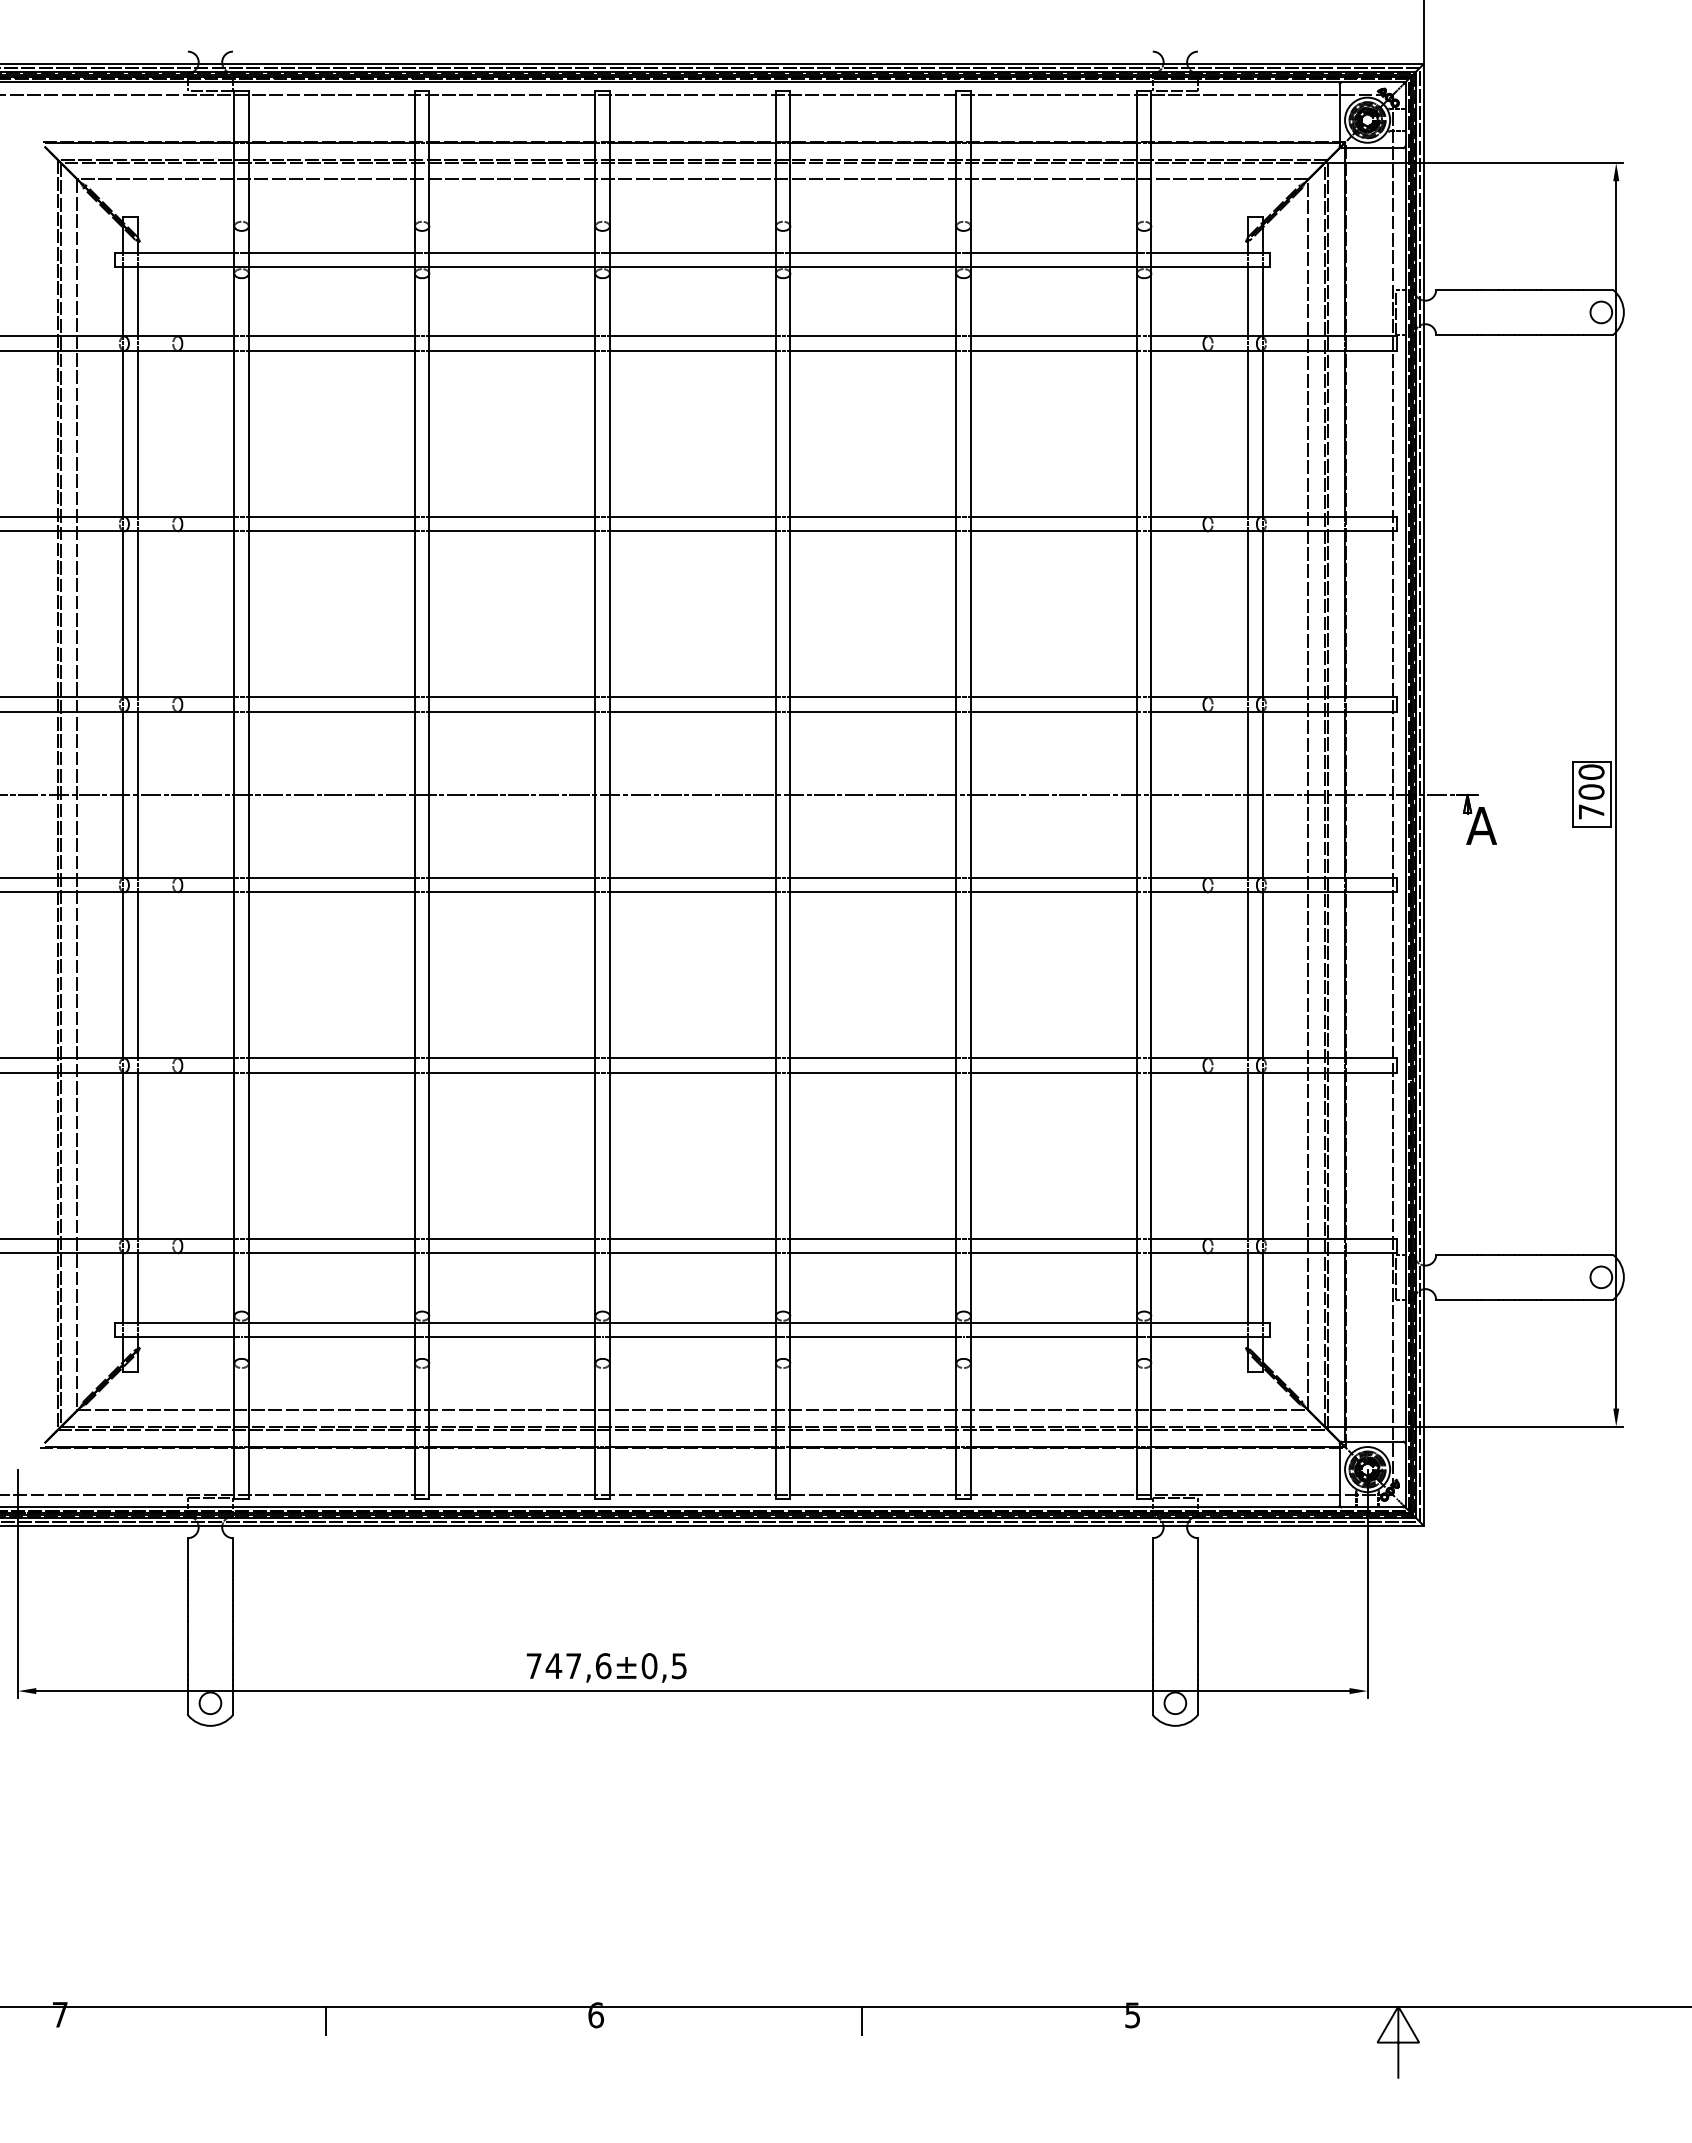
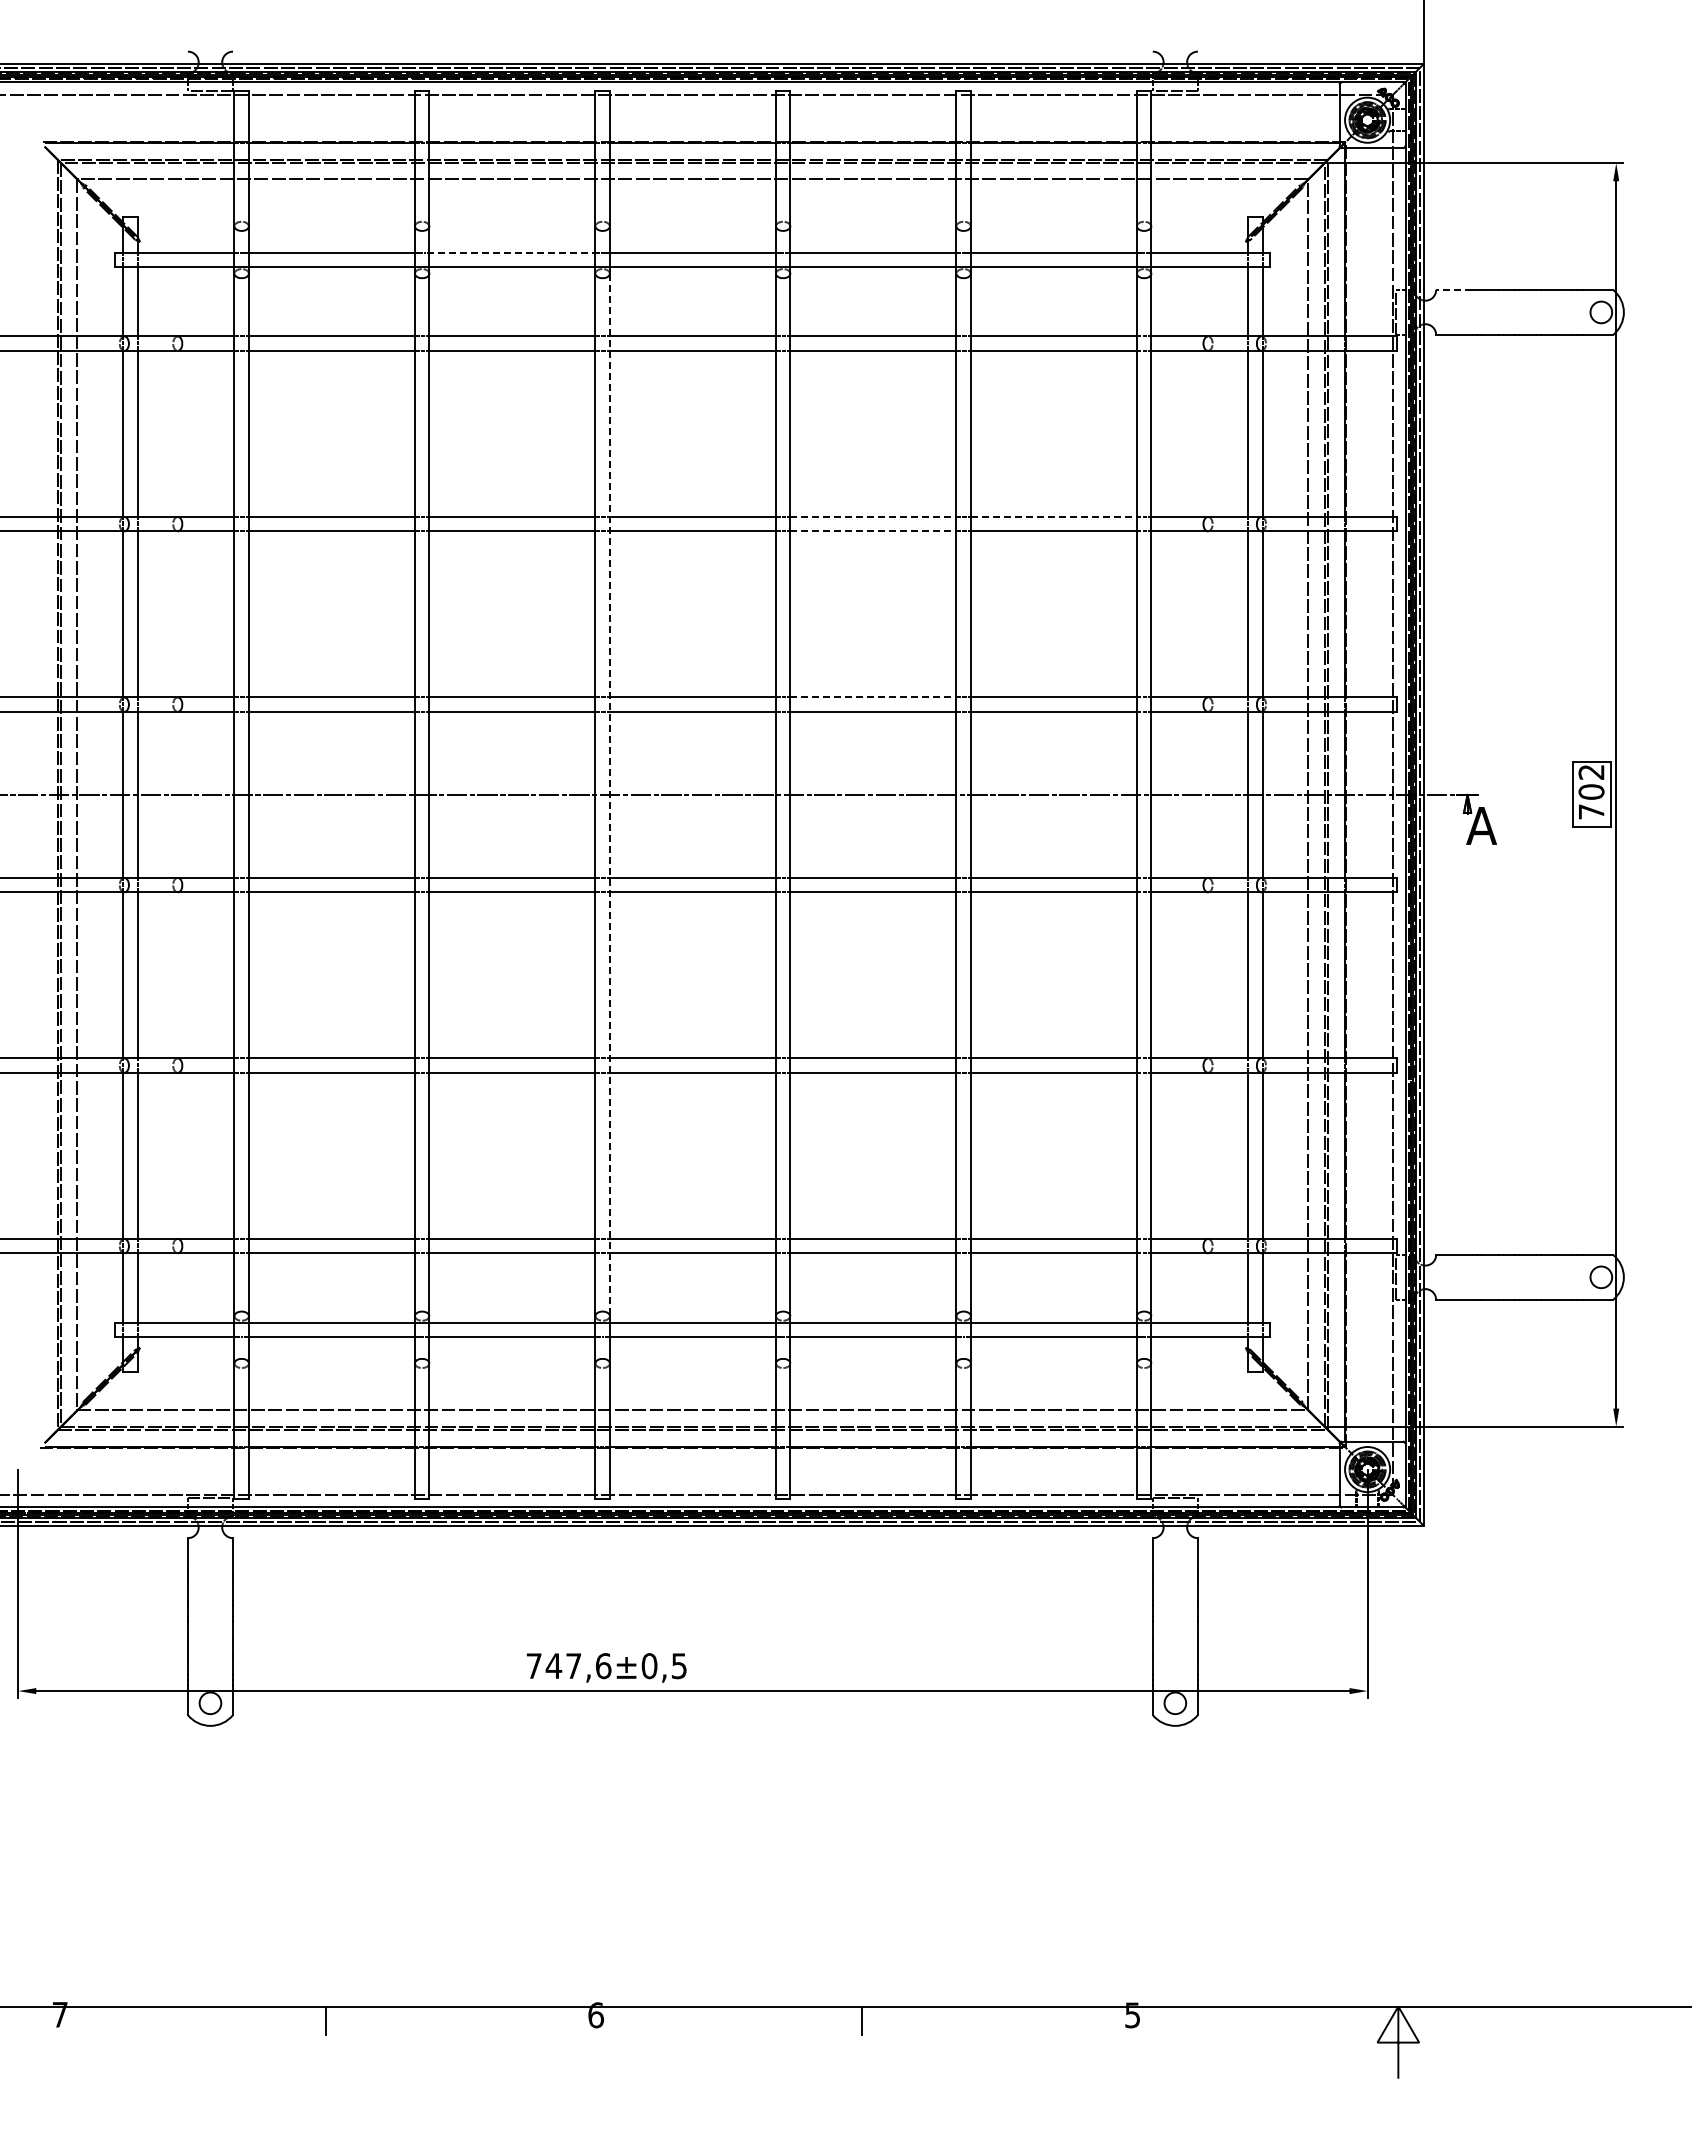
line at (511, 252): solid -> dashed
line at (1453, 289): solid -> dashed
line at (873, 516): solid -> dashed
line at (1054, 516): solid -> dashed
line at (873, 531): solid -> dashed
line at (873, 697): solid -> dashed
text at (1591, 771): 700 -> 702
line at (609, 795): solid -> dashed
